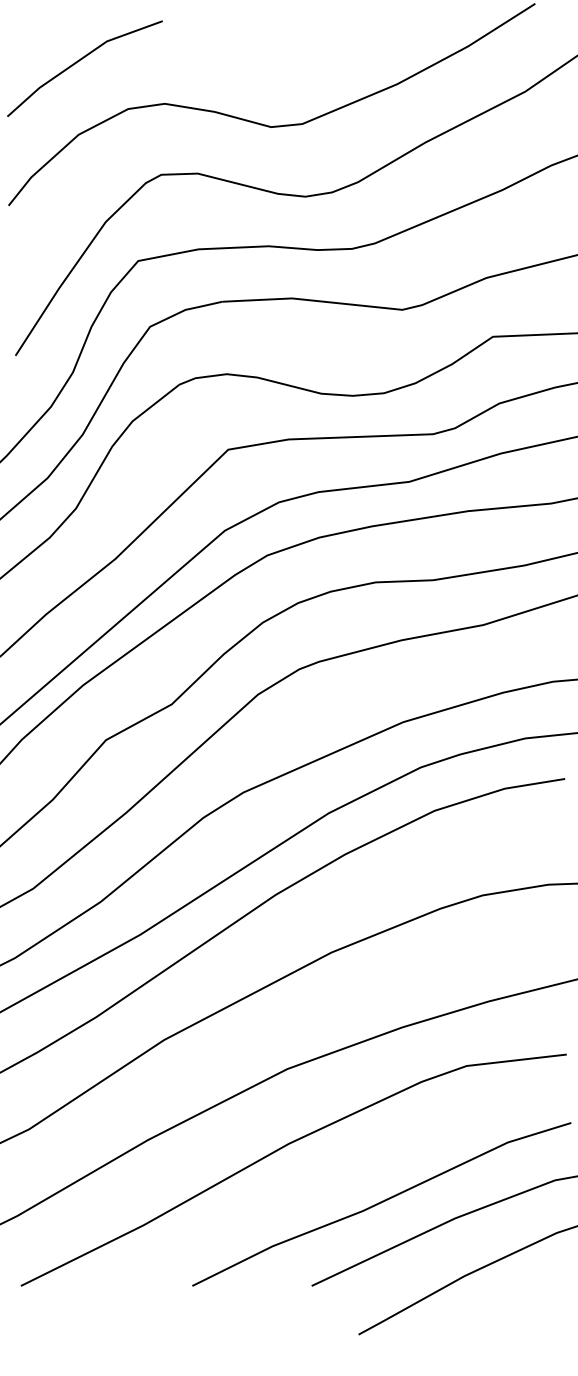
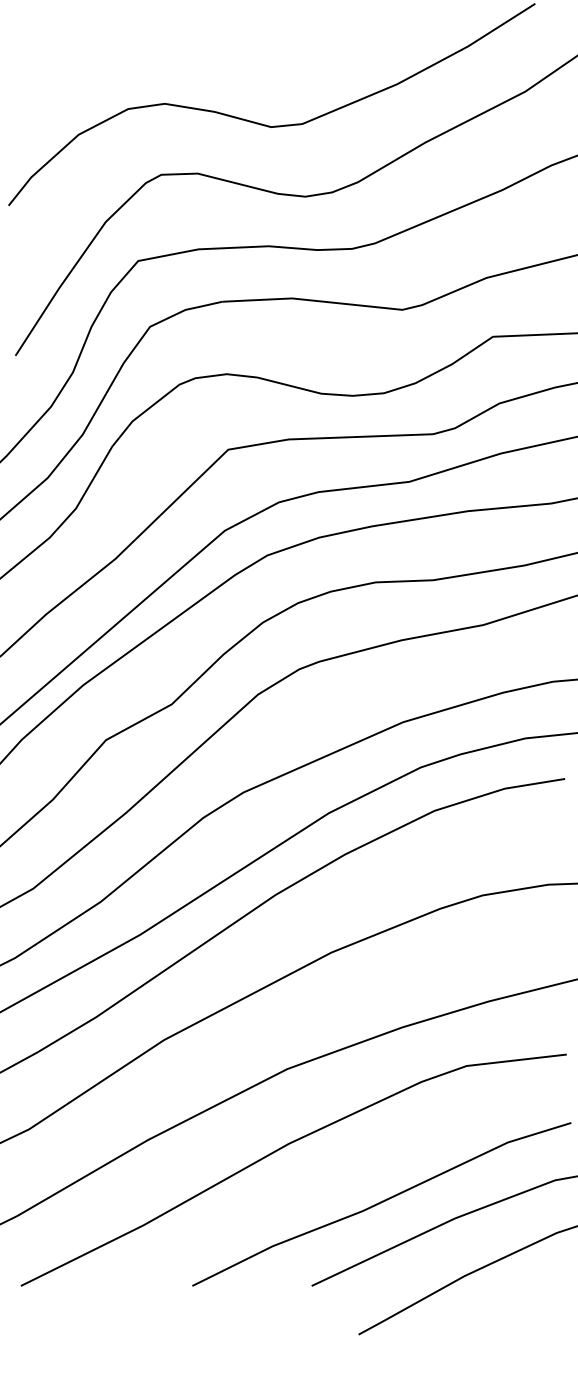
line at (78, 62): present -> none
